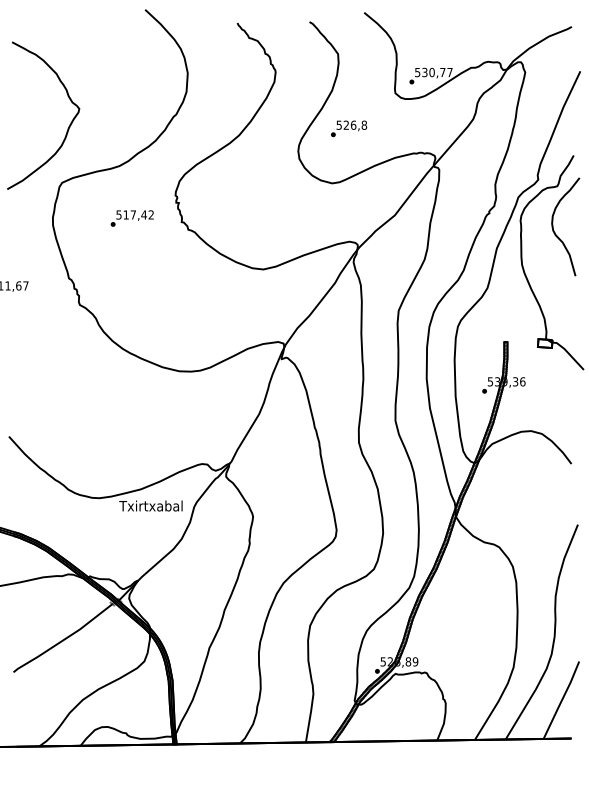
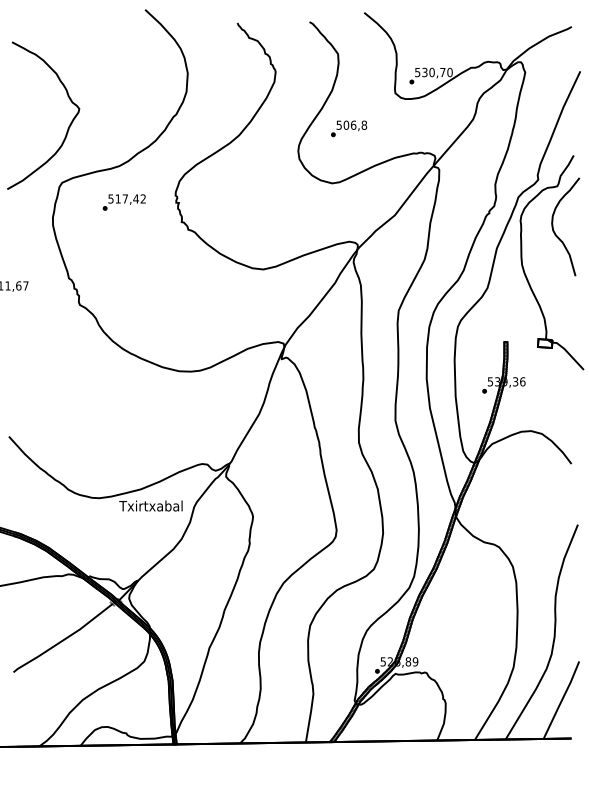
text at (449, 72): 530,77 -> 530,70
text at (346, 124): 526,8 -> 506,8
text at (131, 218) position: (131, 218) -> (123, 202)
